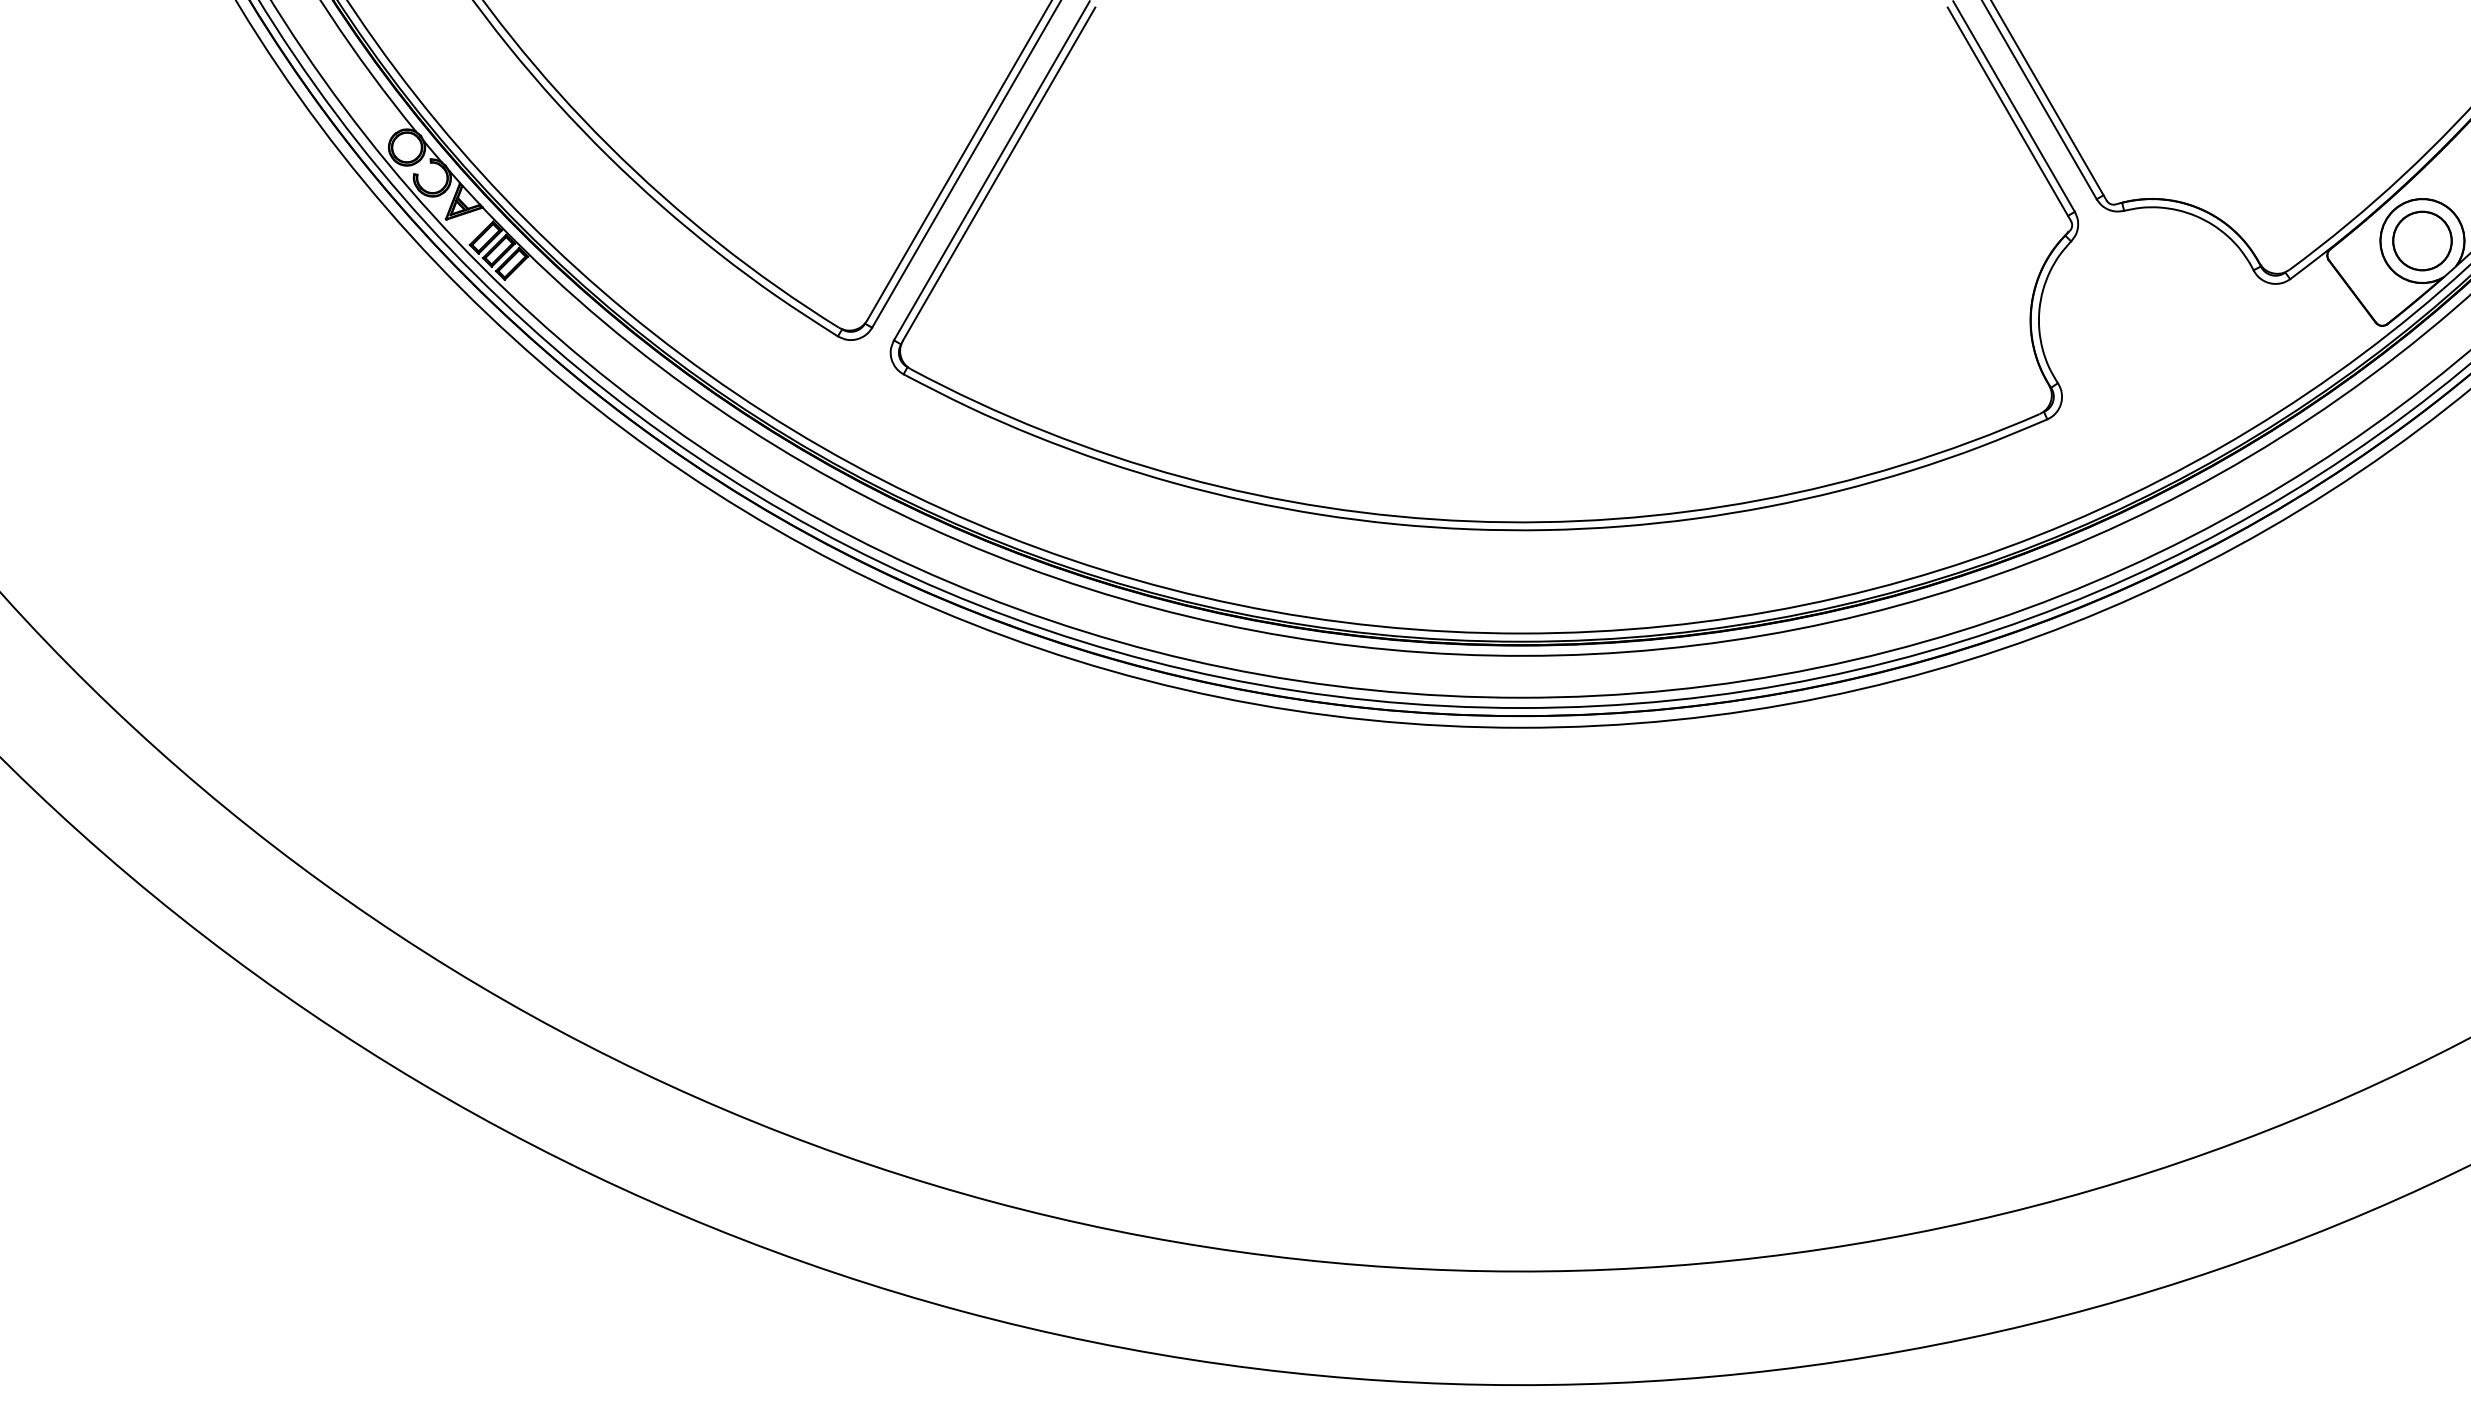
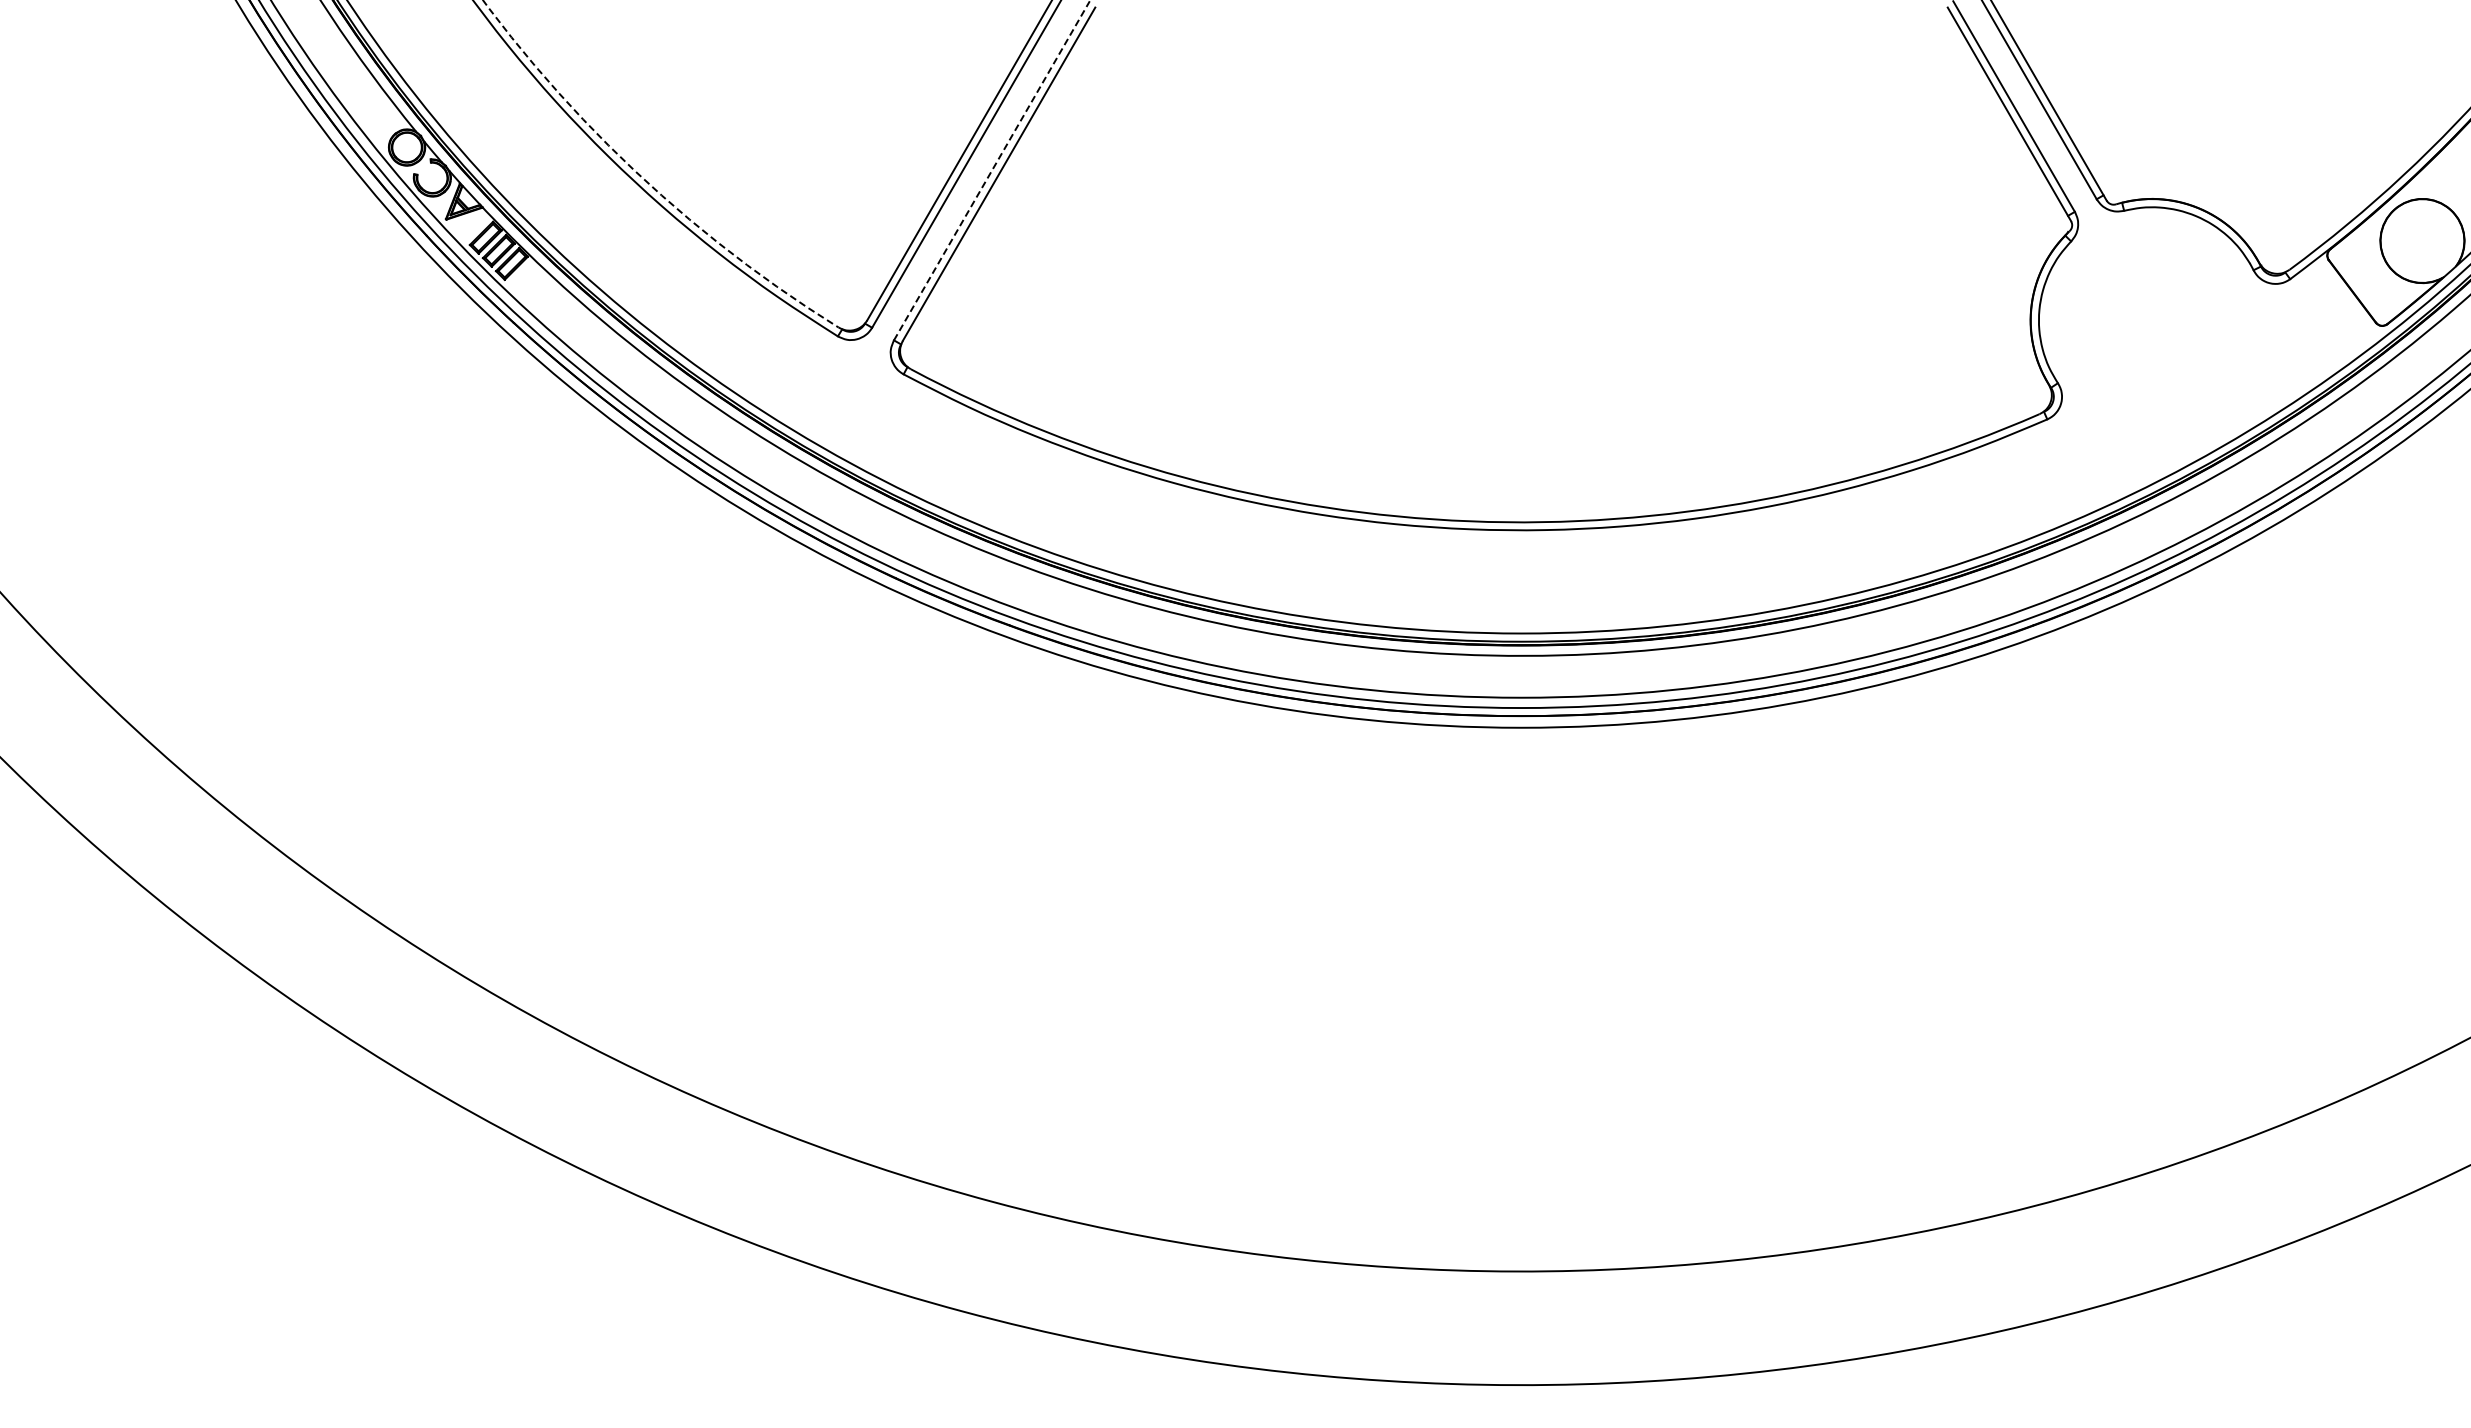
line at (991, 170): solid -> dashed
arc at (645, 180): solid -> dashed
part at (2422, 240): present -> none
